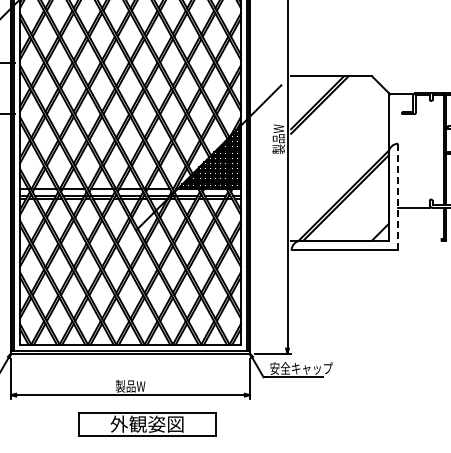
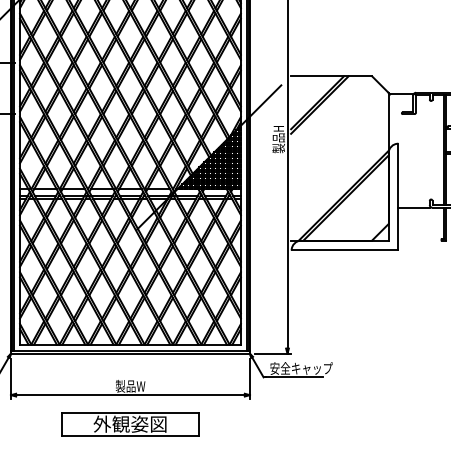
text at (278, 138): 製品W -> 製品H
line at (398, 196): dashed -> solid
part at (147, 424) position: (147, 424) -> (130, 424)
